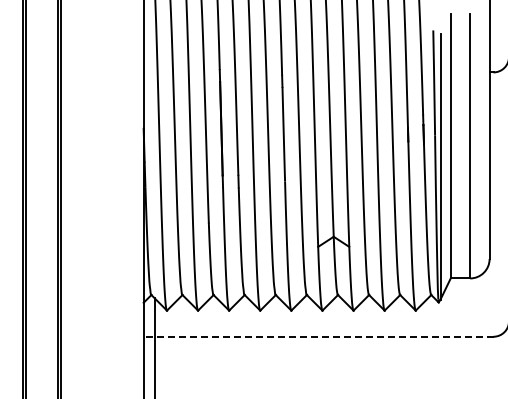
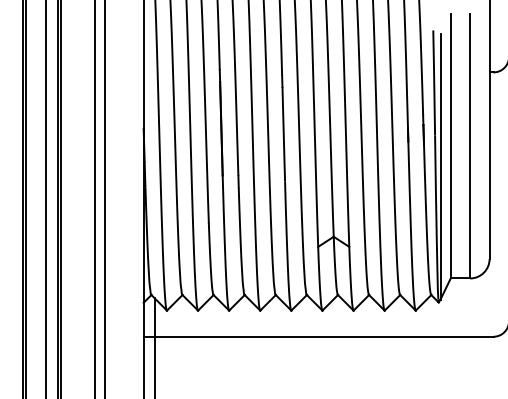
line at (46, 198): none -> present
line at (94, 198): none -> present
line at (104, 198): none -> present
line at (318, 336): dashed -> solid
